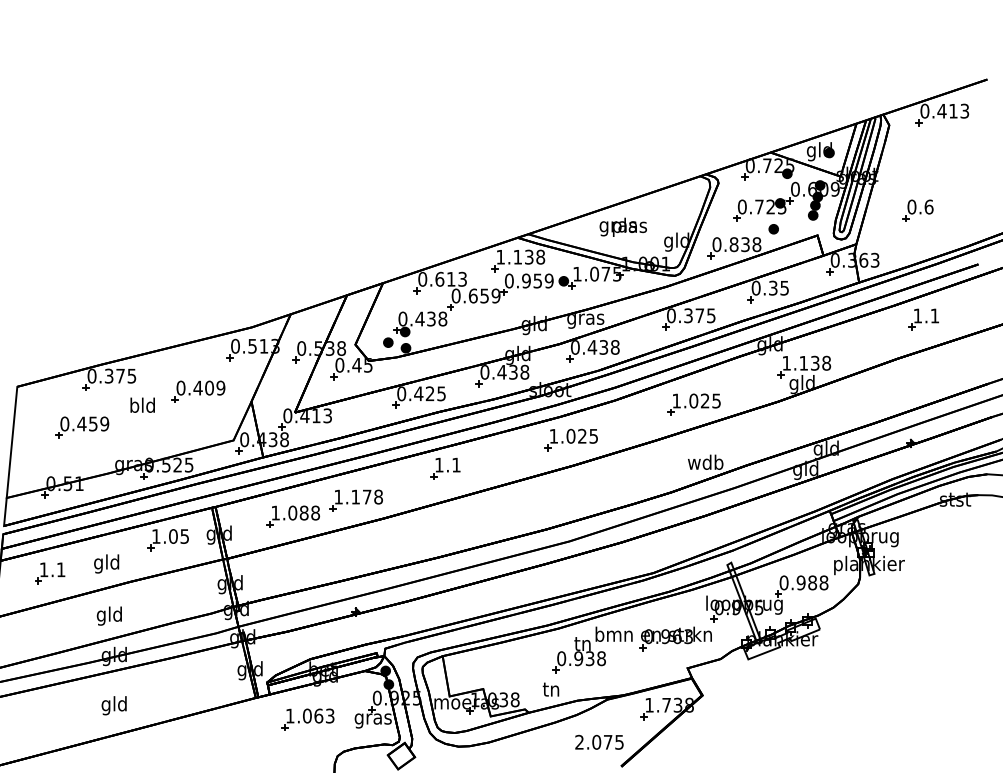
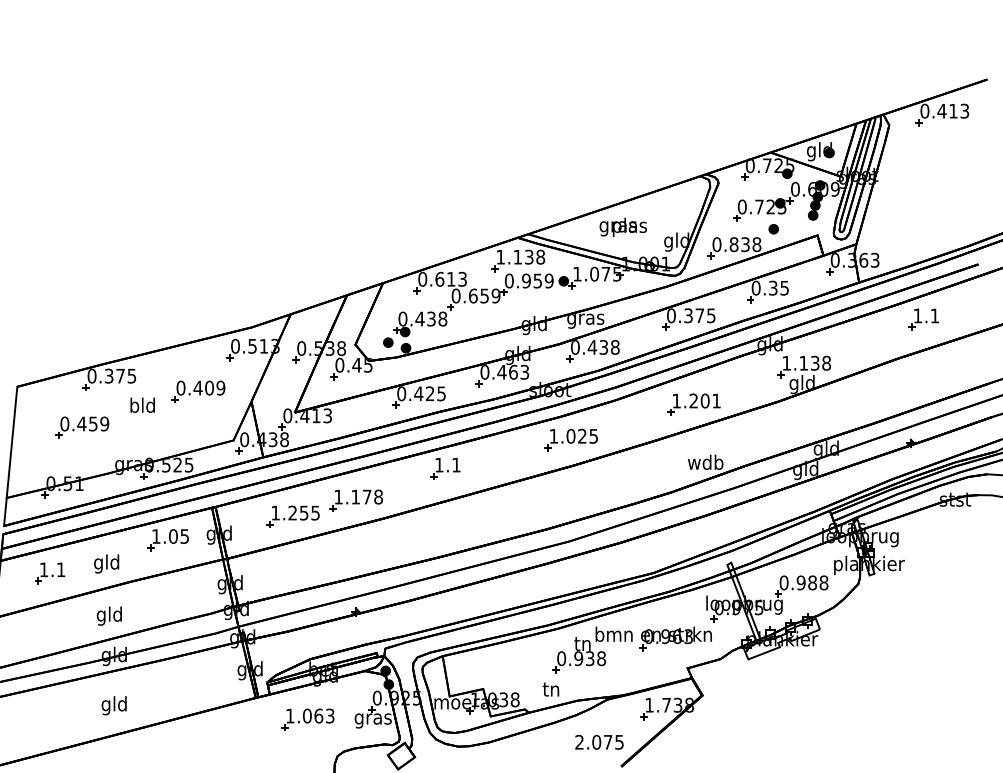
part at (917, 210): present -> none
text at (519, 371): 0.438 -> 0.463
text at (704, 400): 1.025 -> 1.201
text at (304, 512): 1.088 -> 1.255
